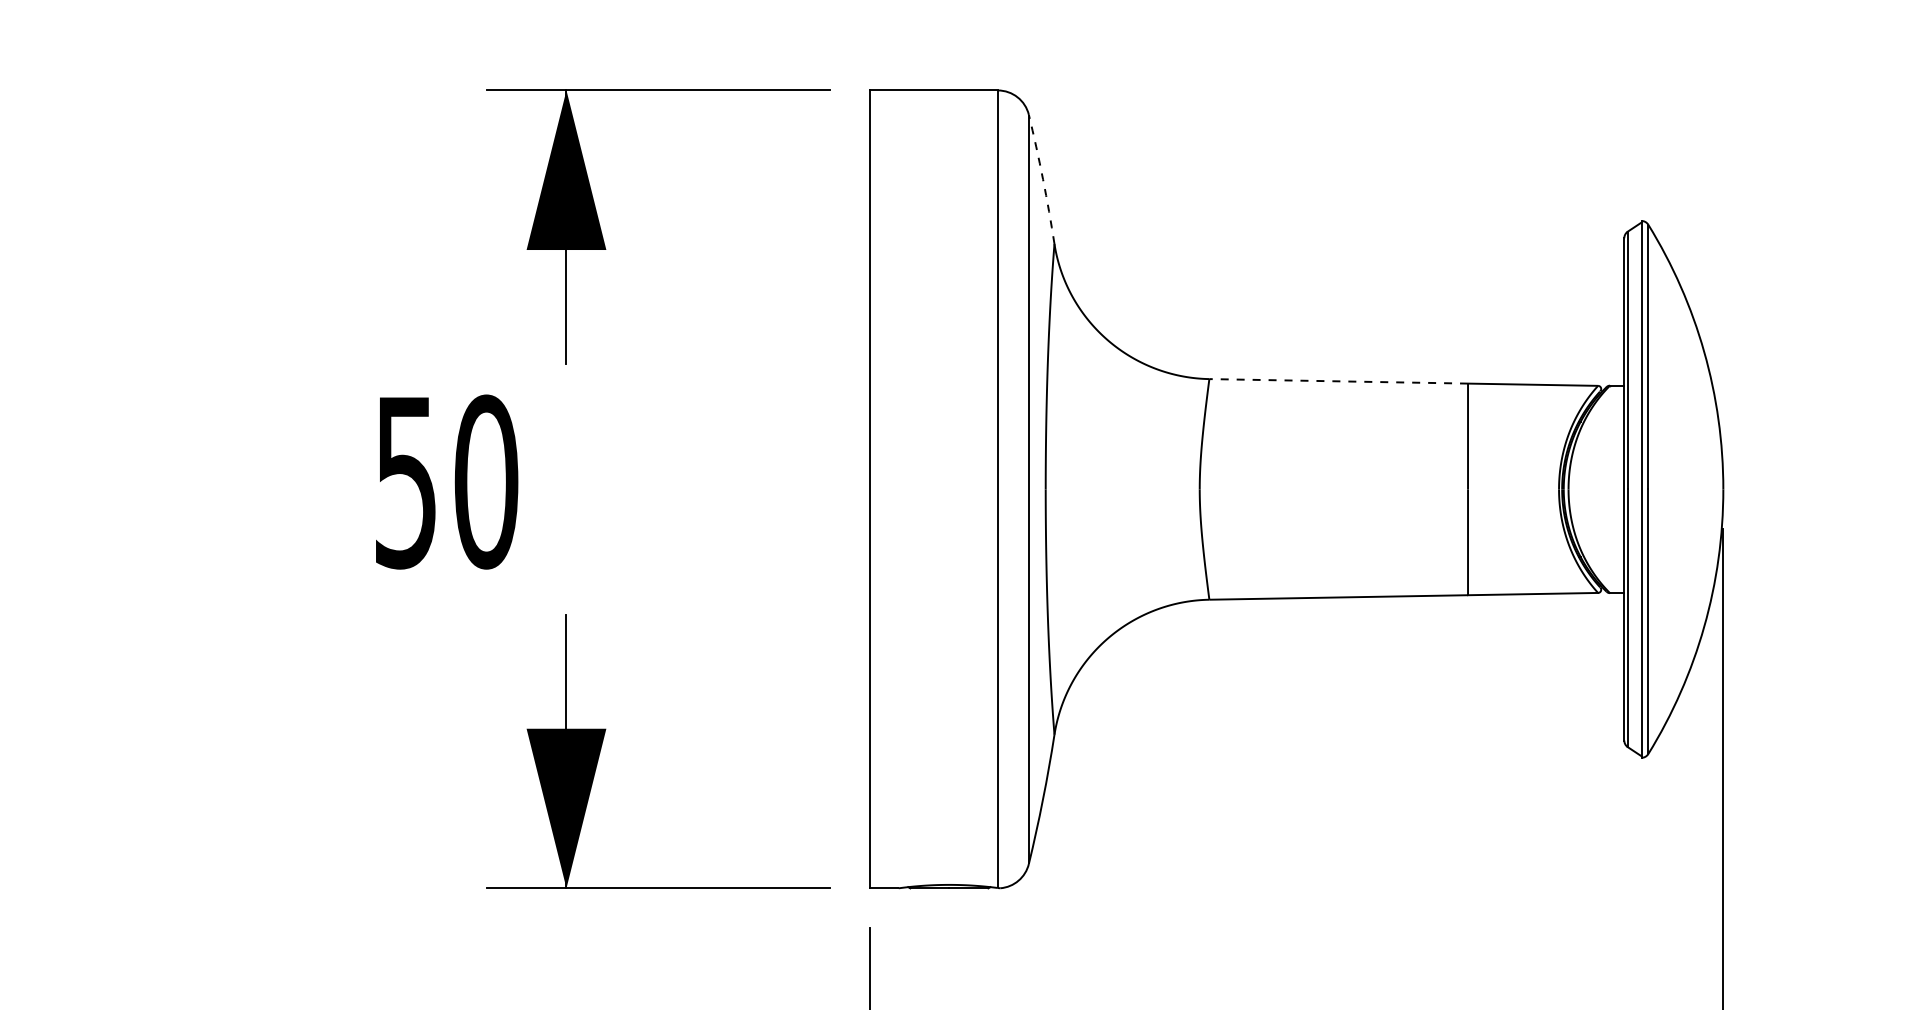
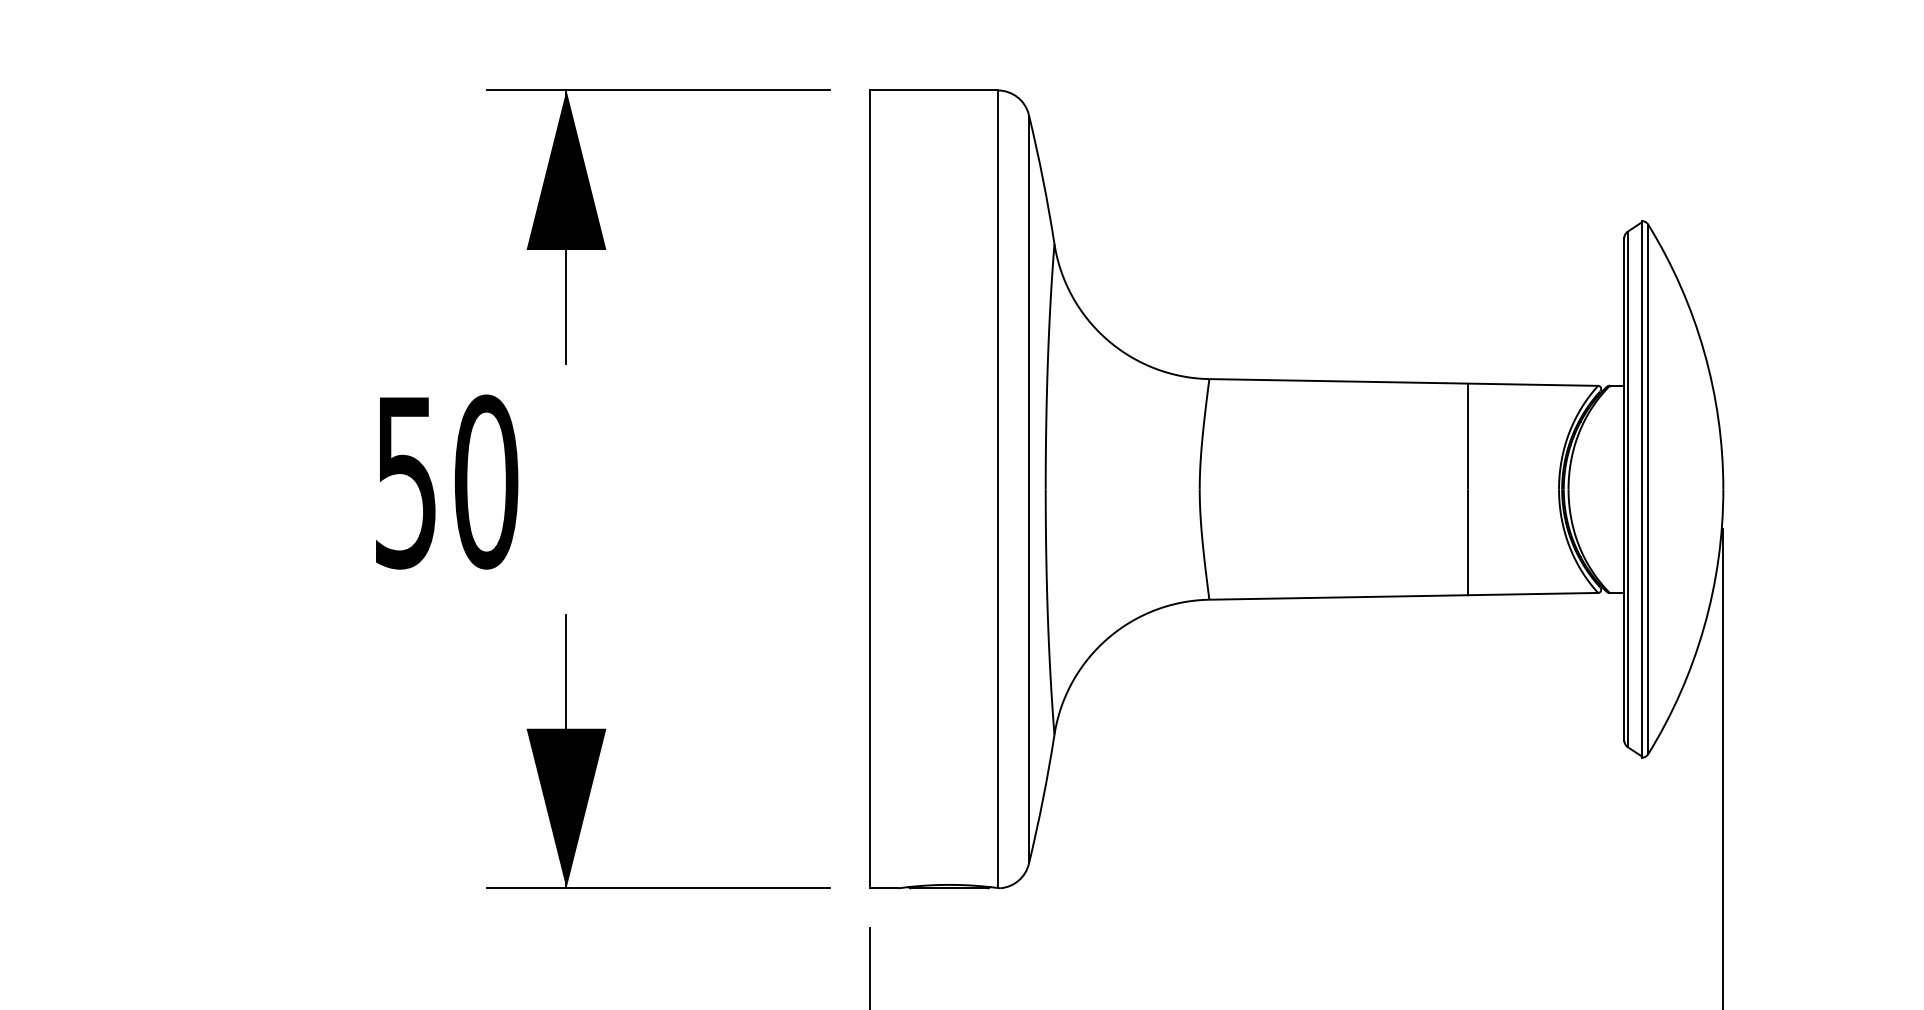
arc at (1043, 179): dashed -> solid
line at (1337, 381): dashed -> solid
